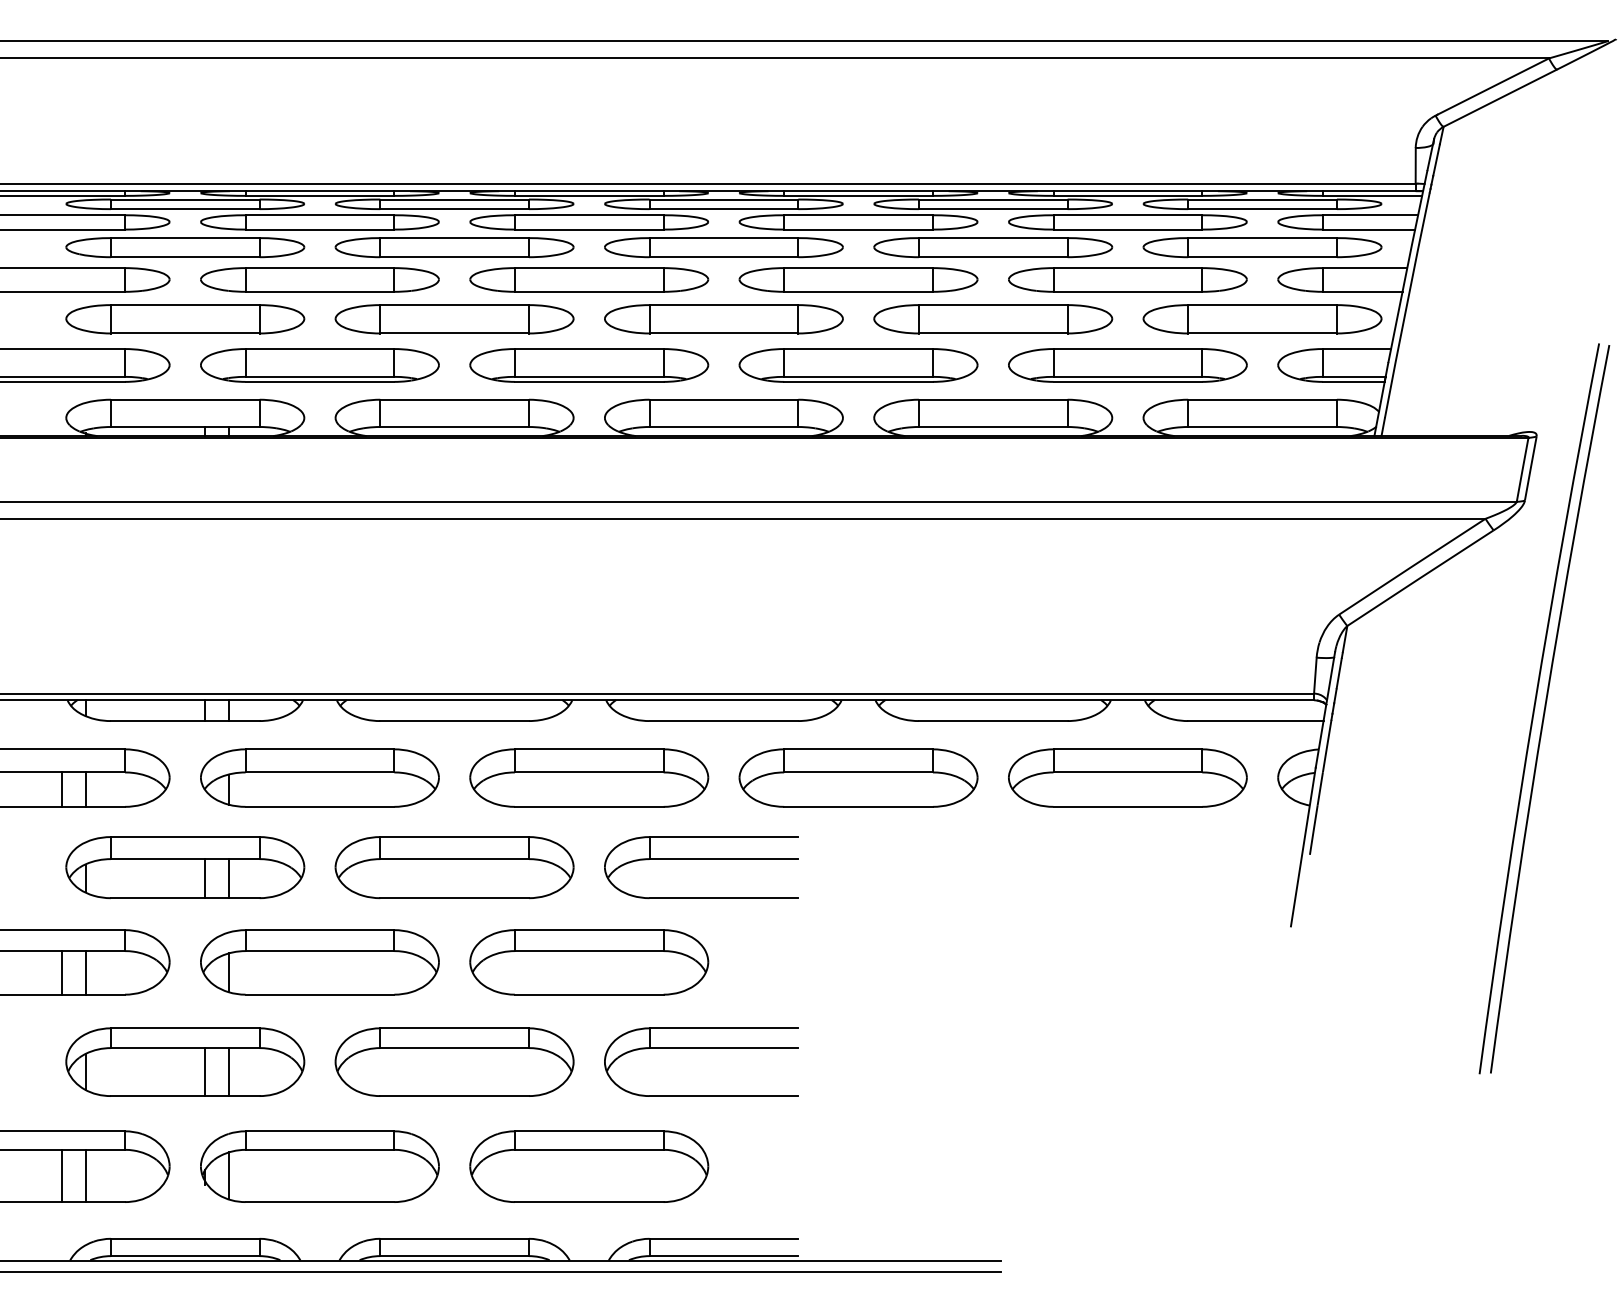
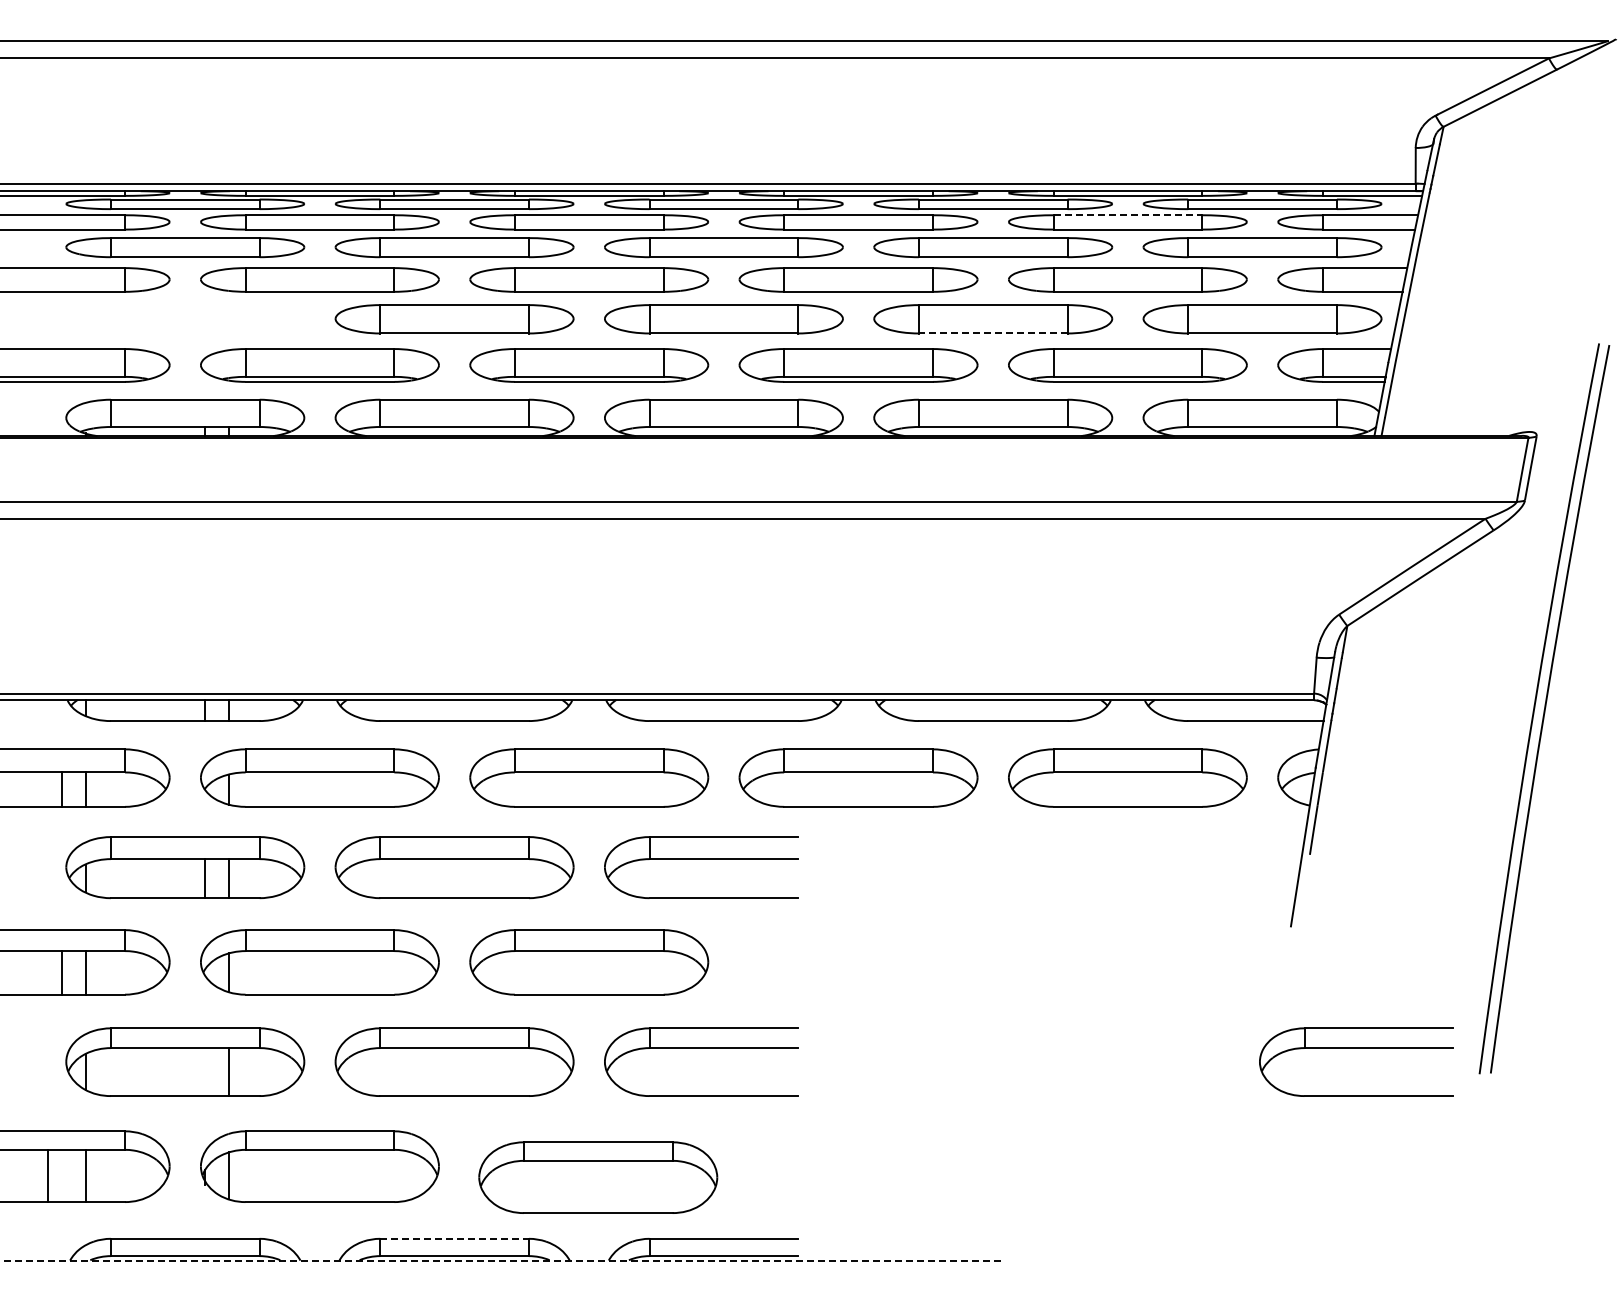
line at (1128, 215): solid -> dashed
part at (185, 319): present -> none
line at (992, 333): solid -> dashed
part at (1356, 1048): none -> present
line at (205, 1072): present -> none
part at (589, 1166) position: (589, 1166) -> (598, 1177)
line at (62, 1175) position: (62, 1175) -> (48, 1175)
line at (455, 1238): solid -> dashed
line at (500, 1260): solid -> dashed
line at (501, 1271): present -> none
